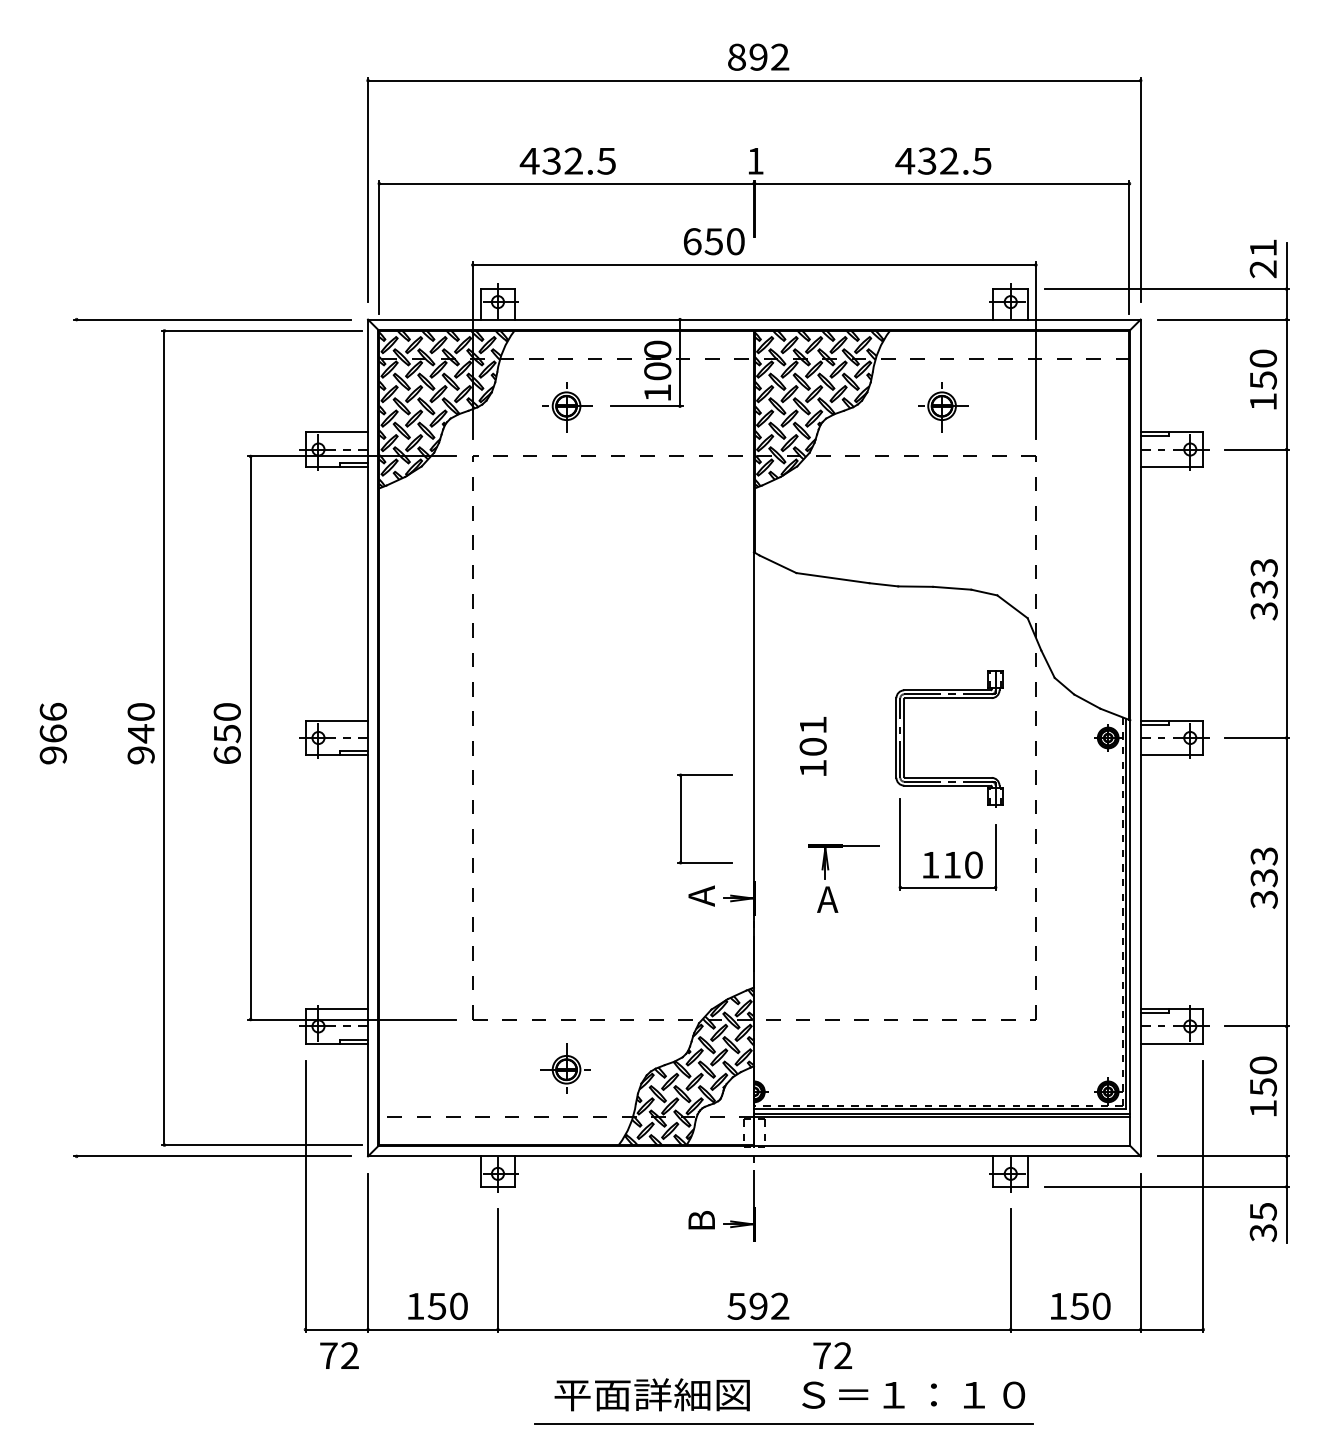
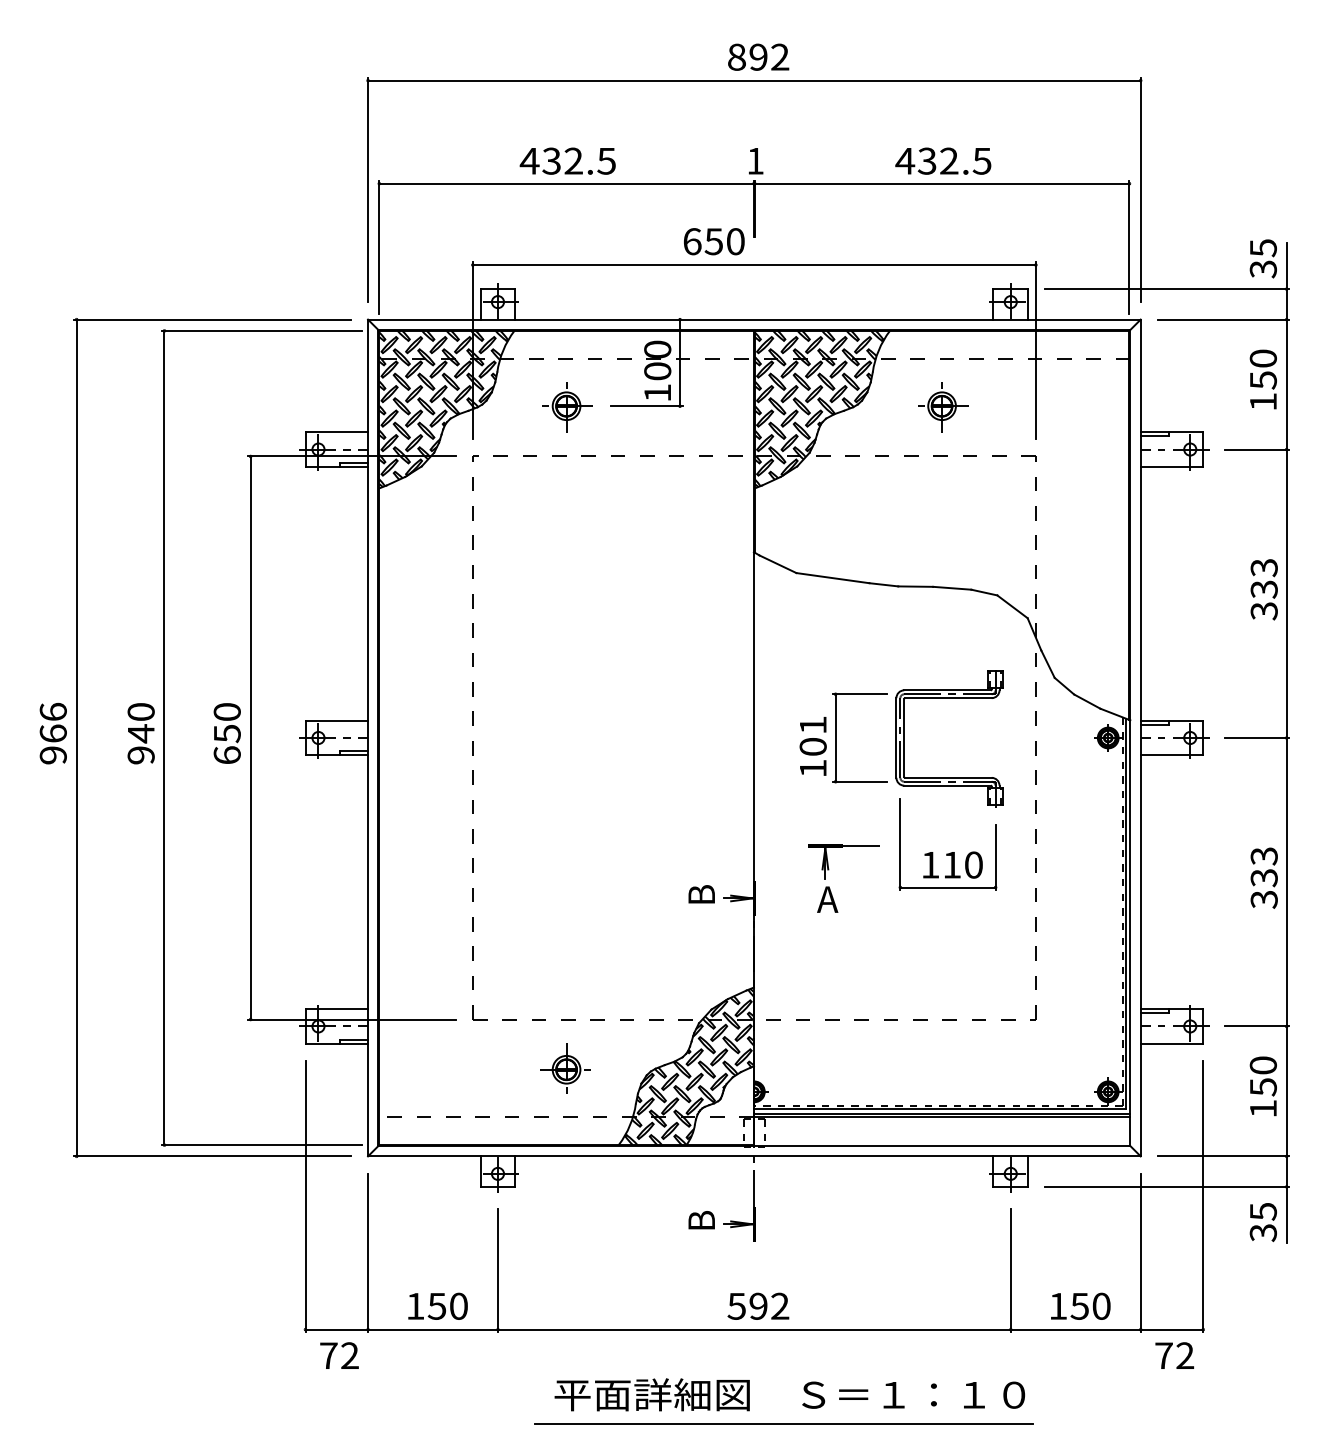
text at (1263, 258): 21 -> 35
line at (76, 737): none -> present
part at (681, 818) position: (681, 818) -> (836, 737)
text at (701, 895): A -> B
text at (832, 1355) position: (832, 1355) -> (1174, 1355)
